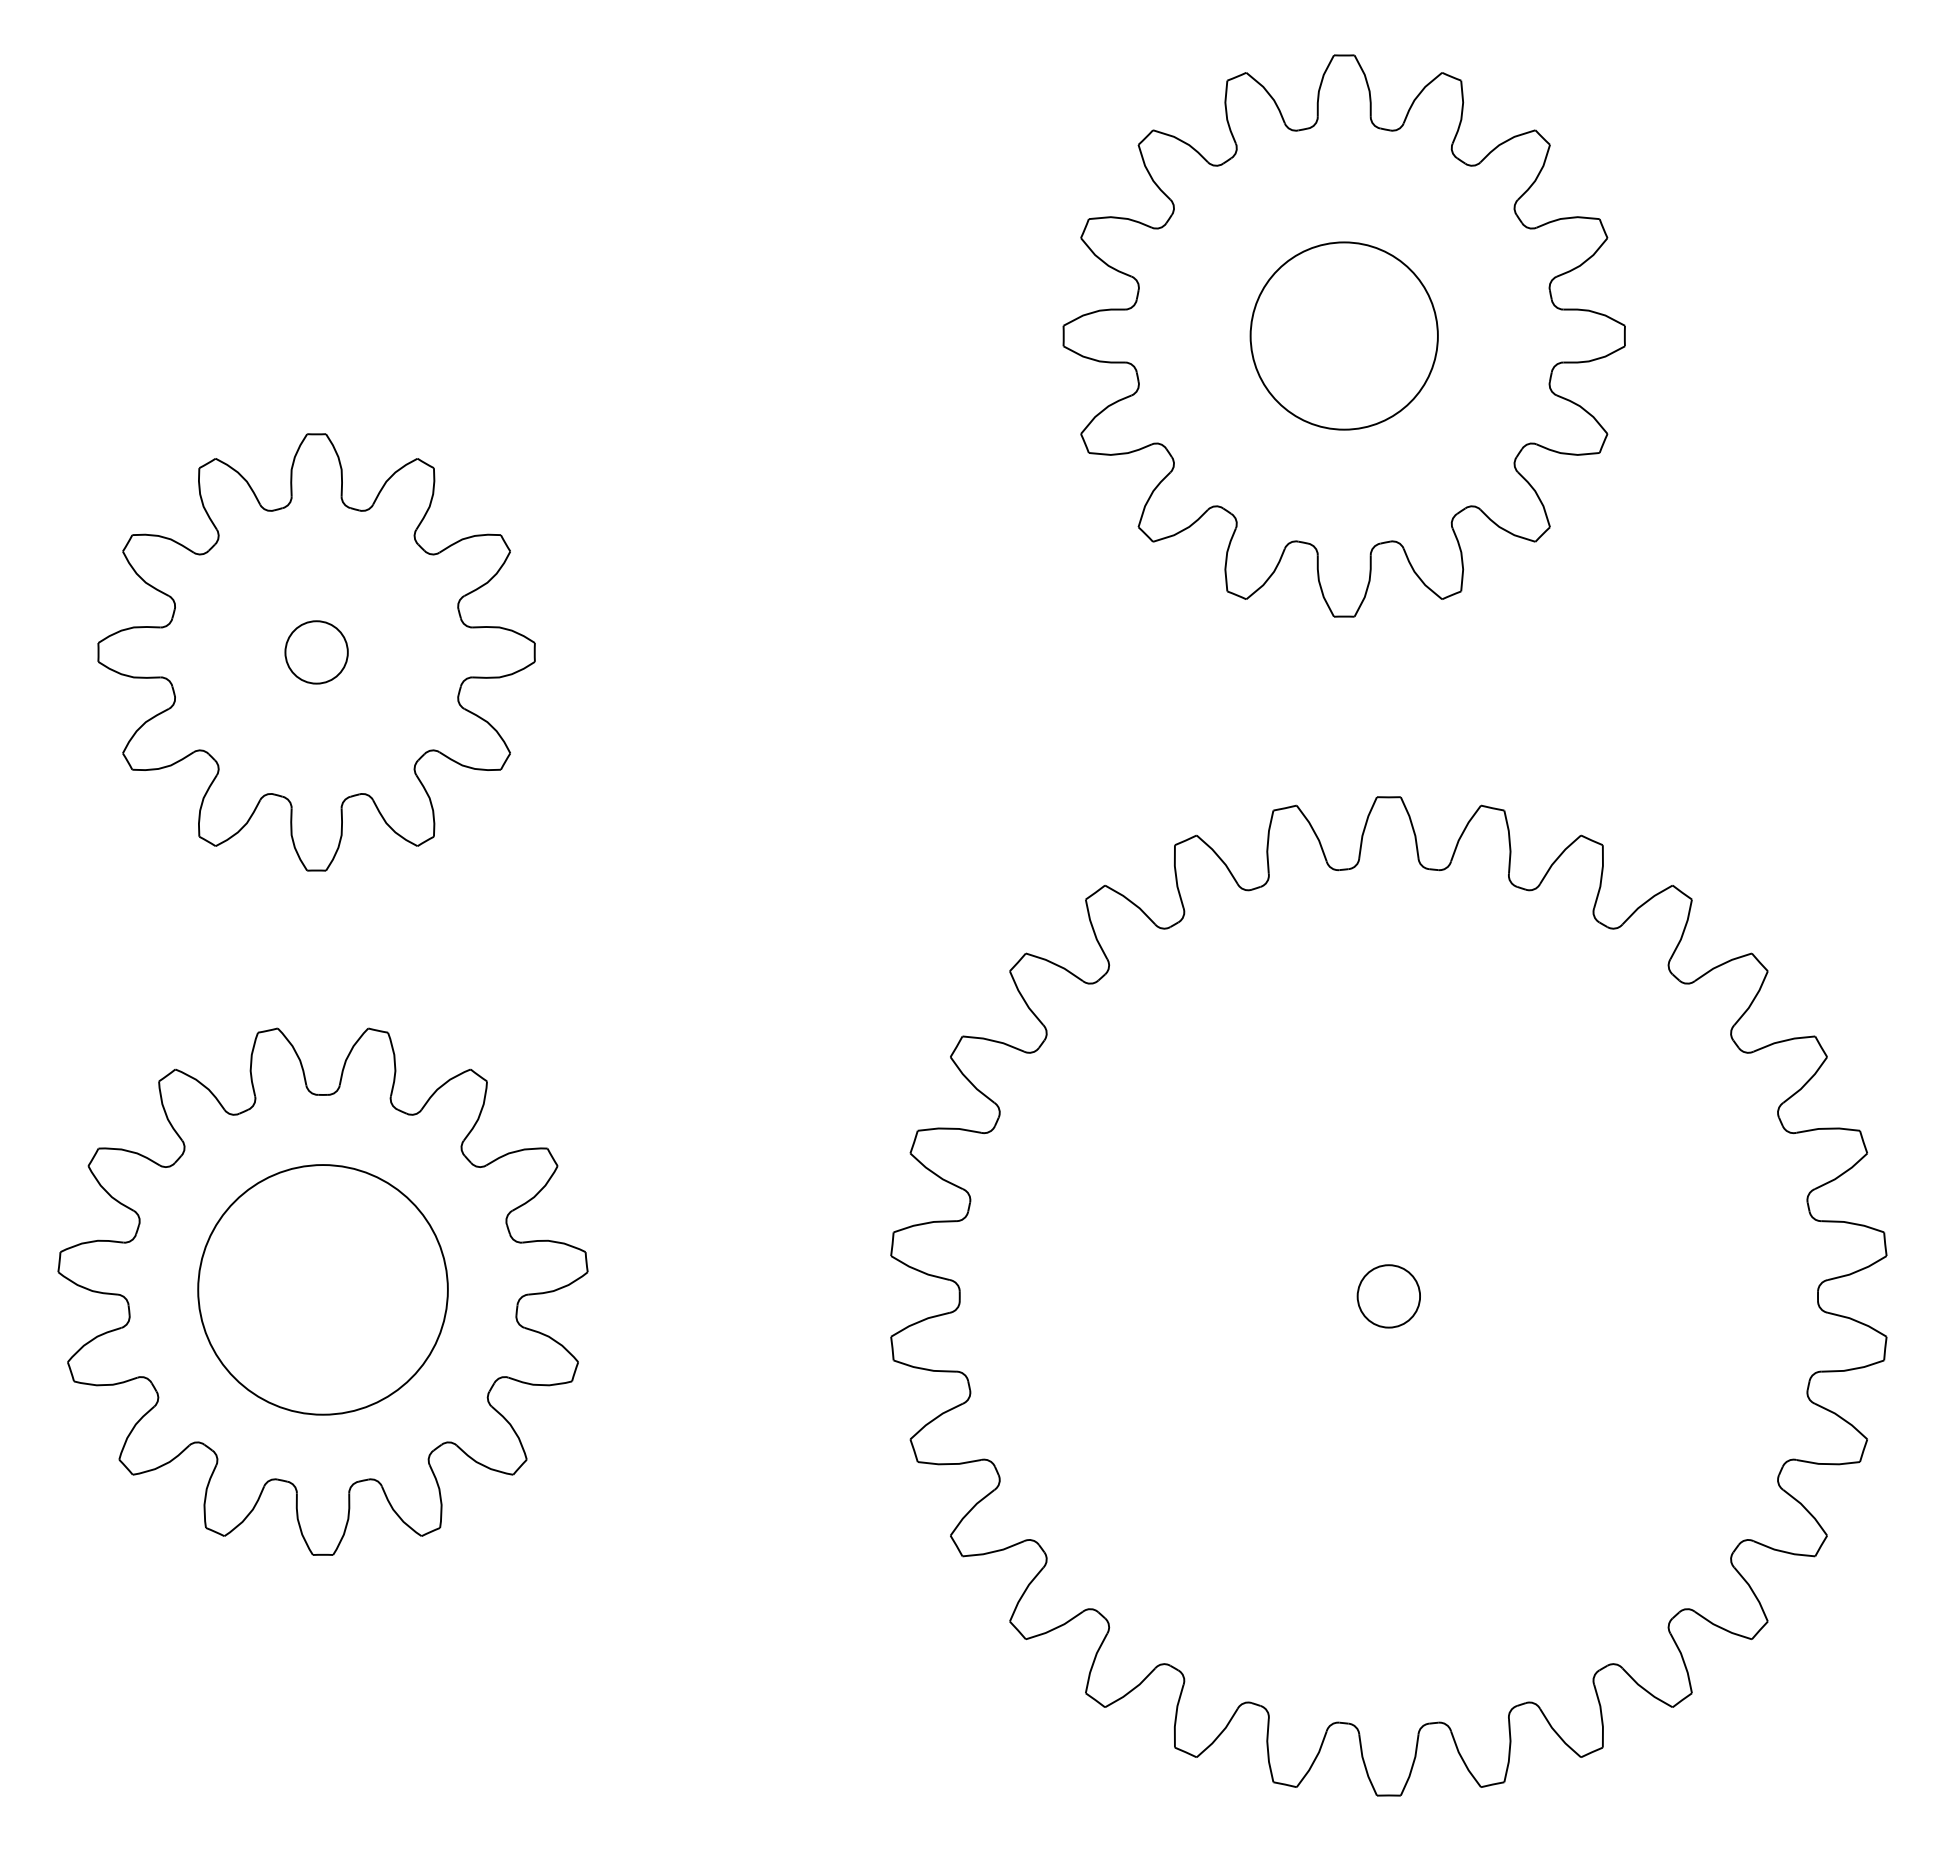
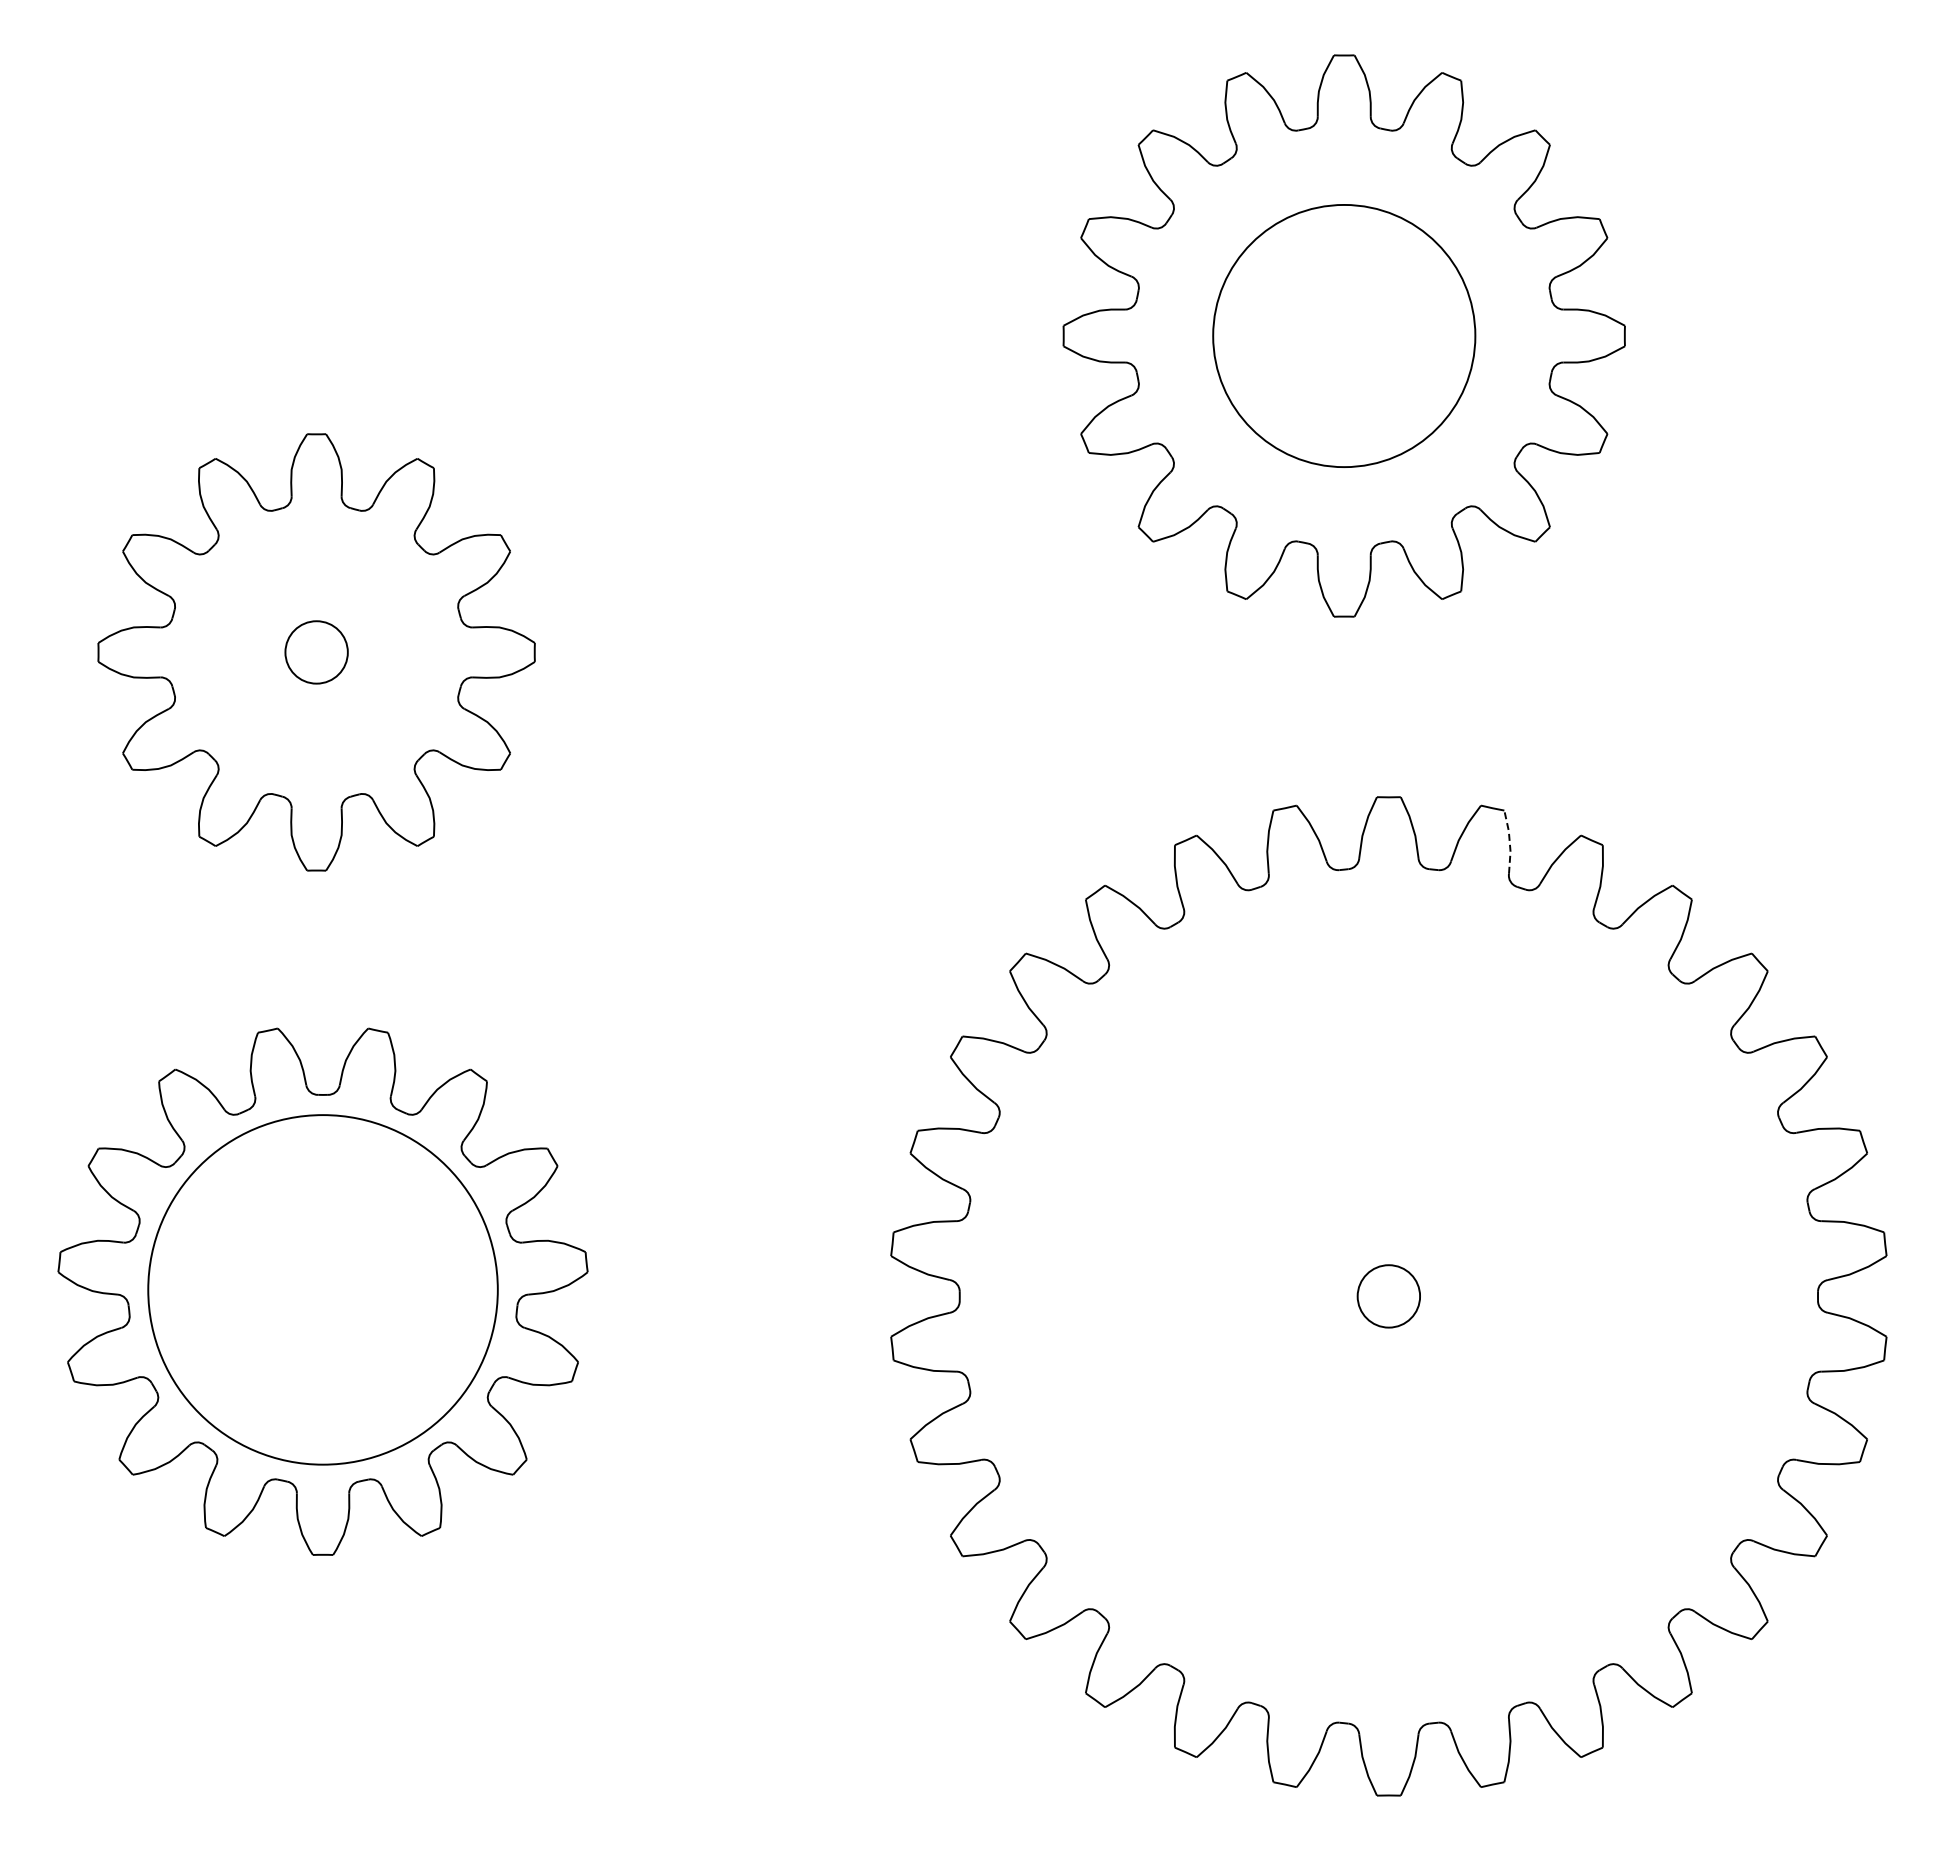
circle at (1343, 335) diameter: 187 px -> 262 px
line at (1509, 841): solid -> dashed
circle at (322, 1289) diameter: 250 px -> 350 px
